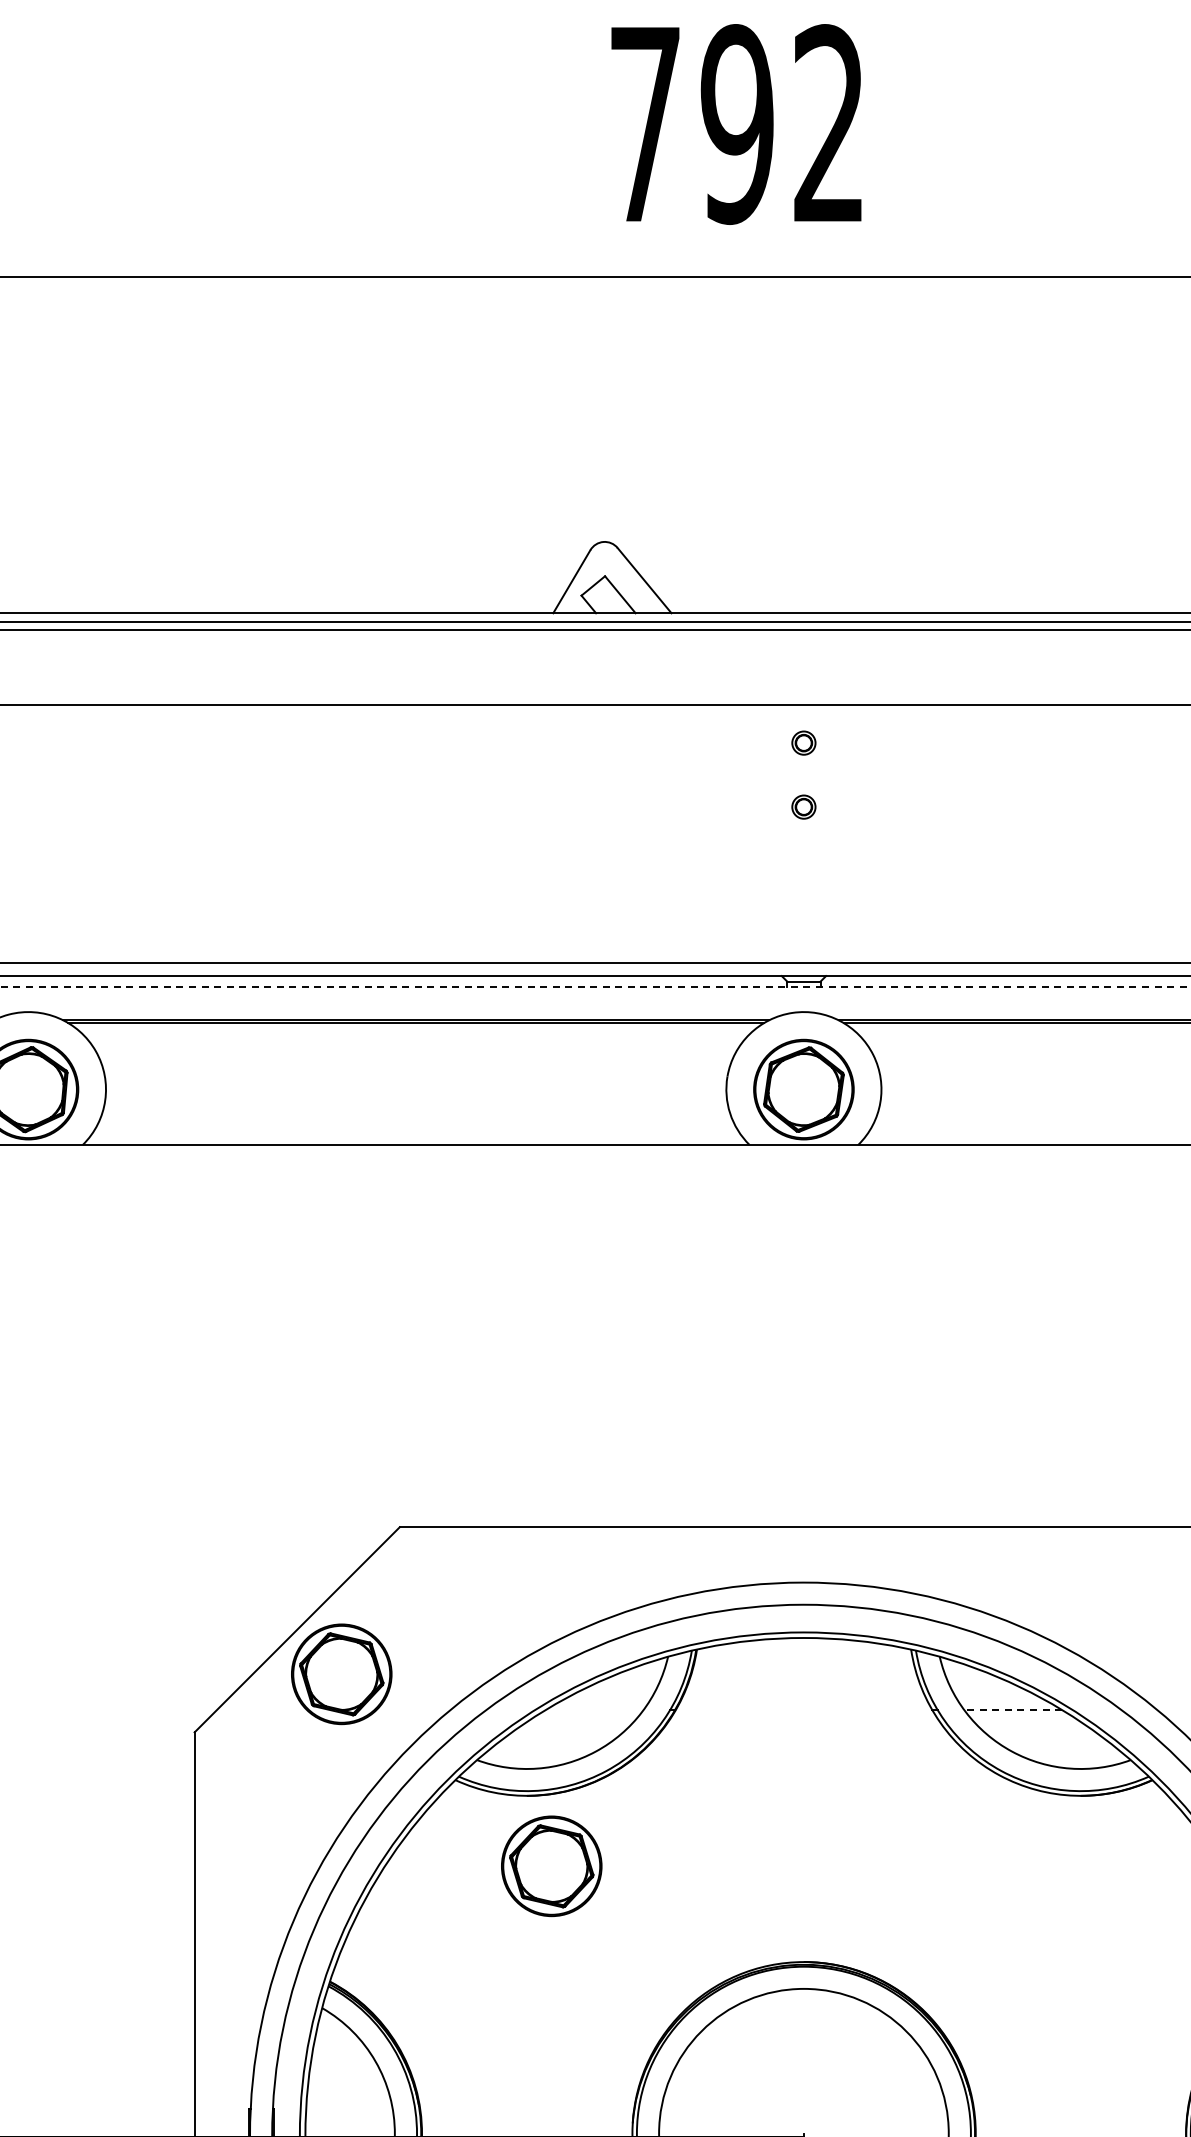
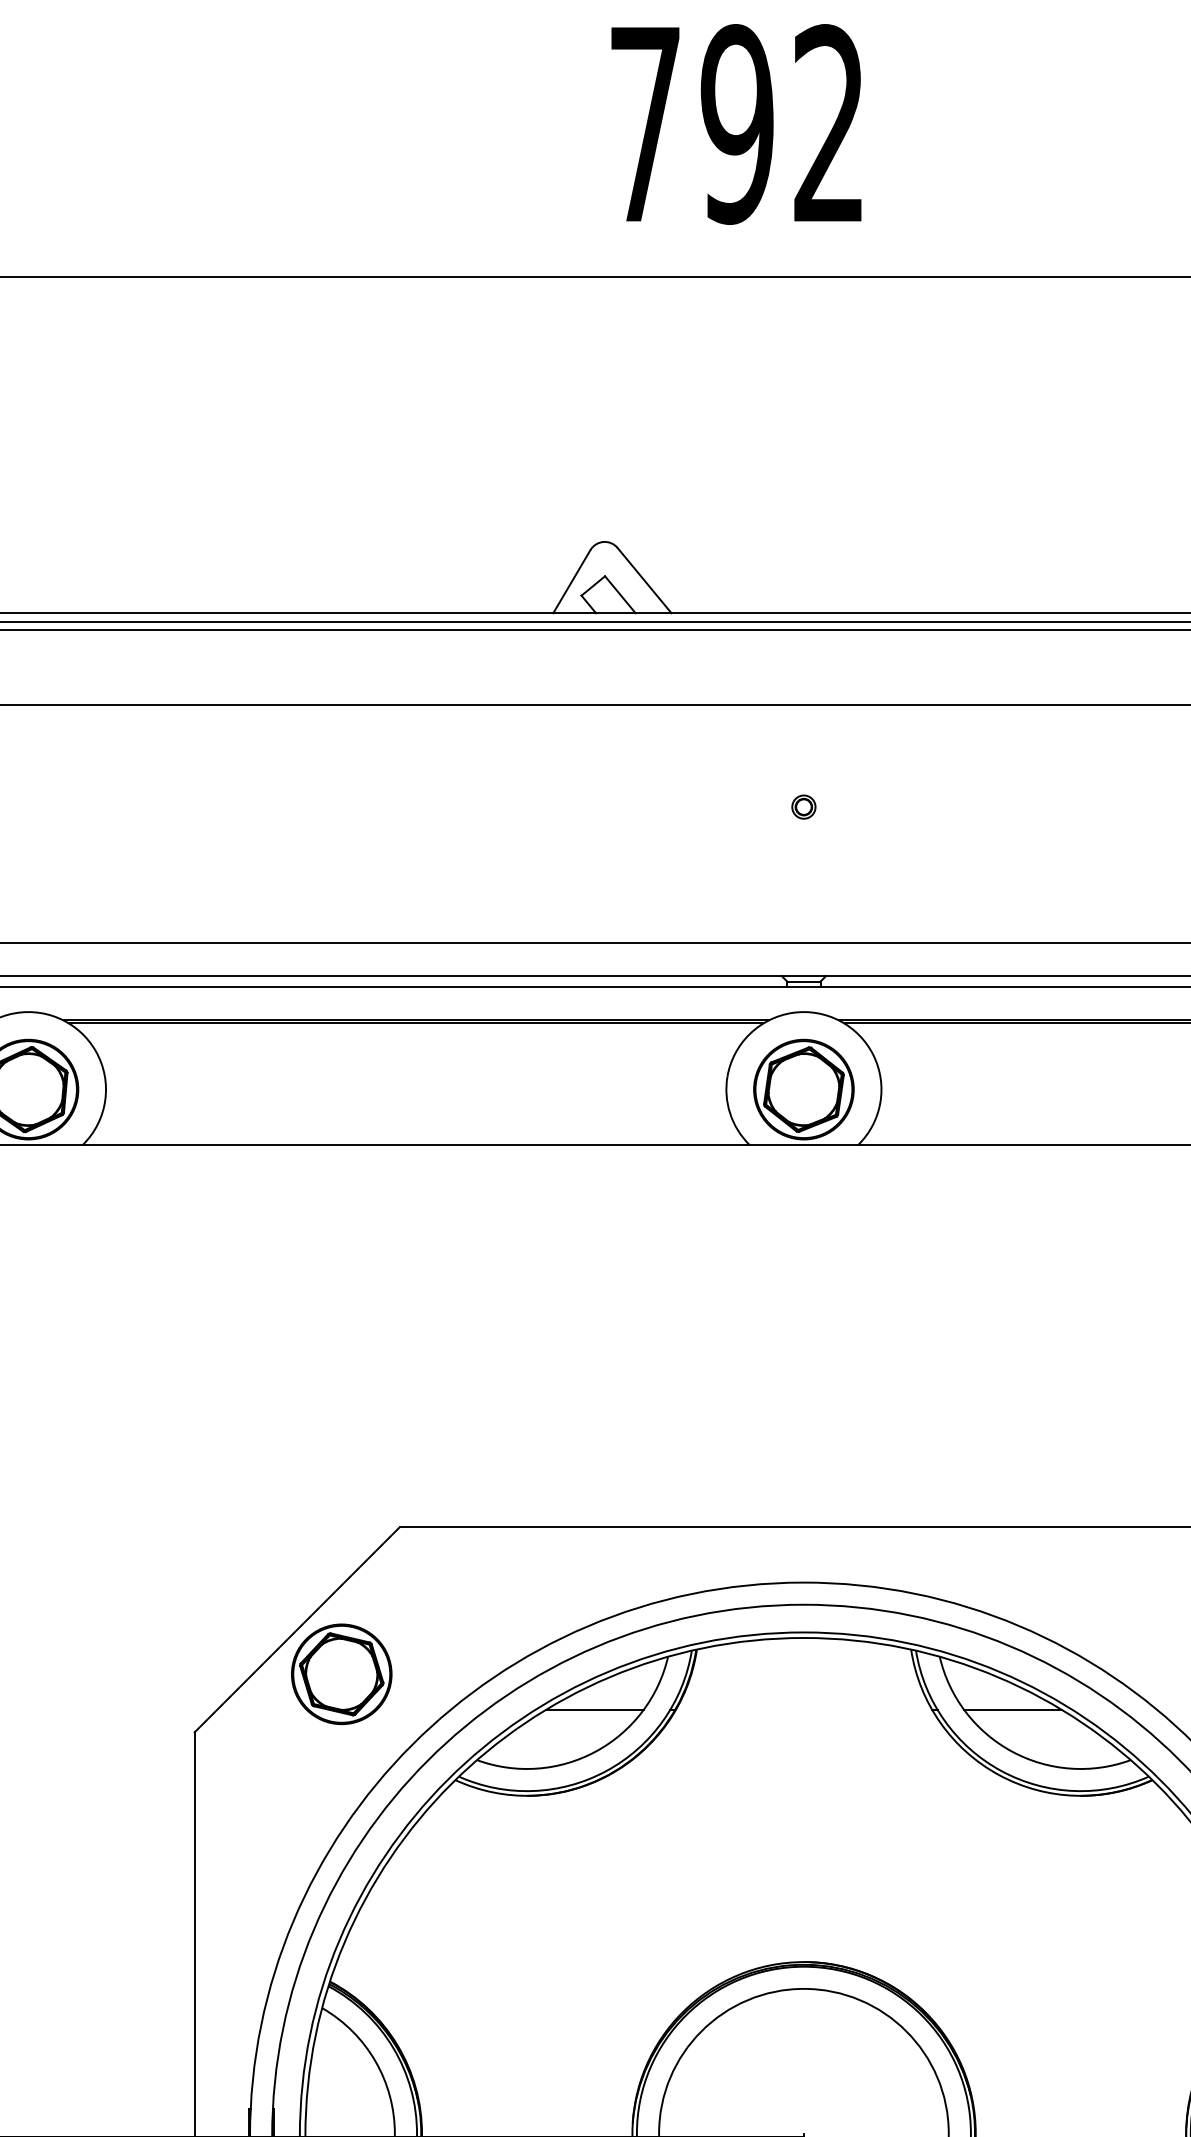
part at (803, 742): present -> none
line at (594, 962) position: (594, 962) -> (594, 942)
line at (595, 987): dashed -> solid
line at (594, 1710): none -> present
line at (1013, 1710): dashed -> solid
part at (551, 1866): present -> none
